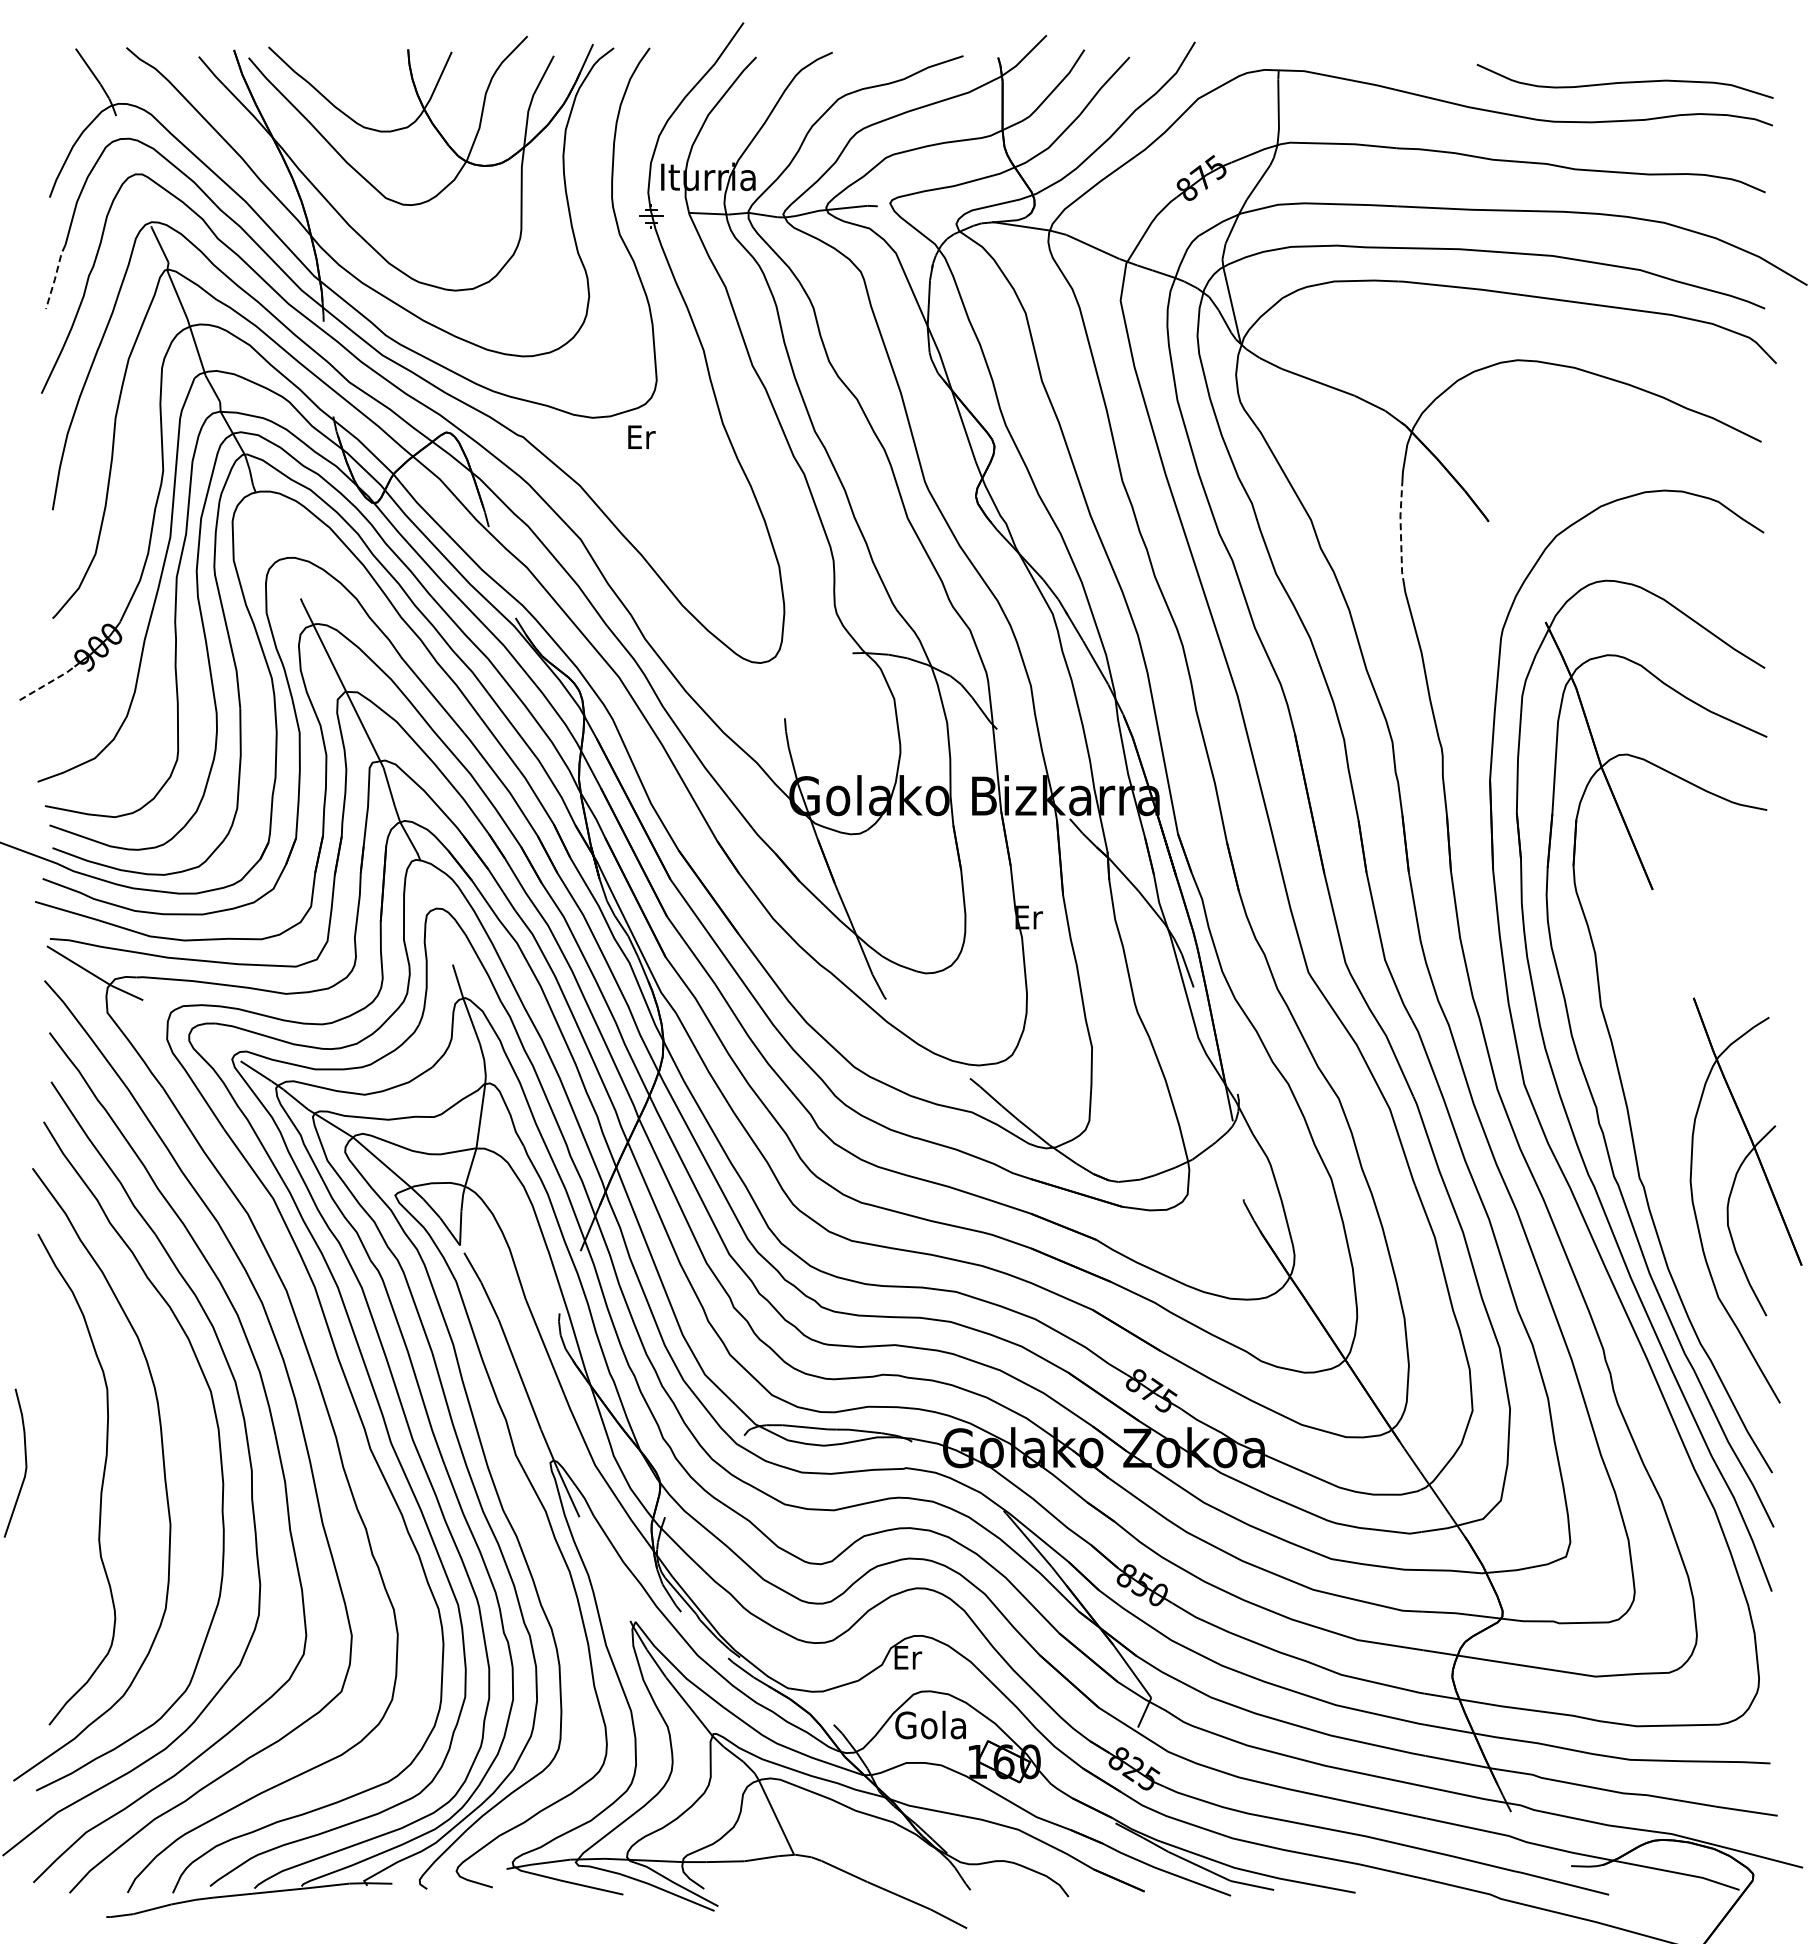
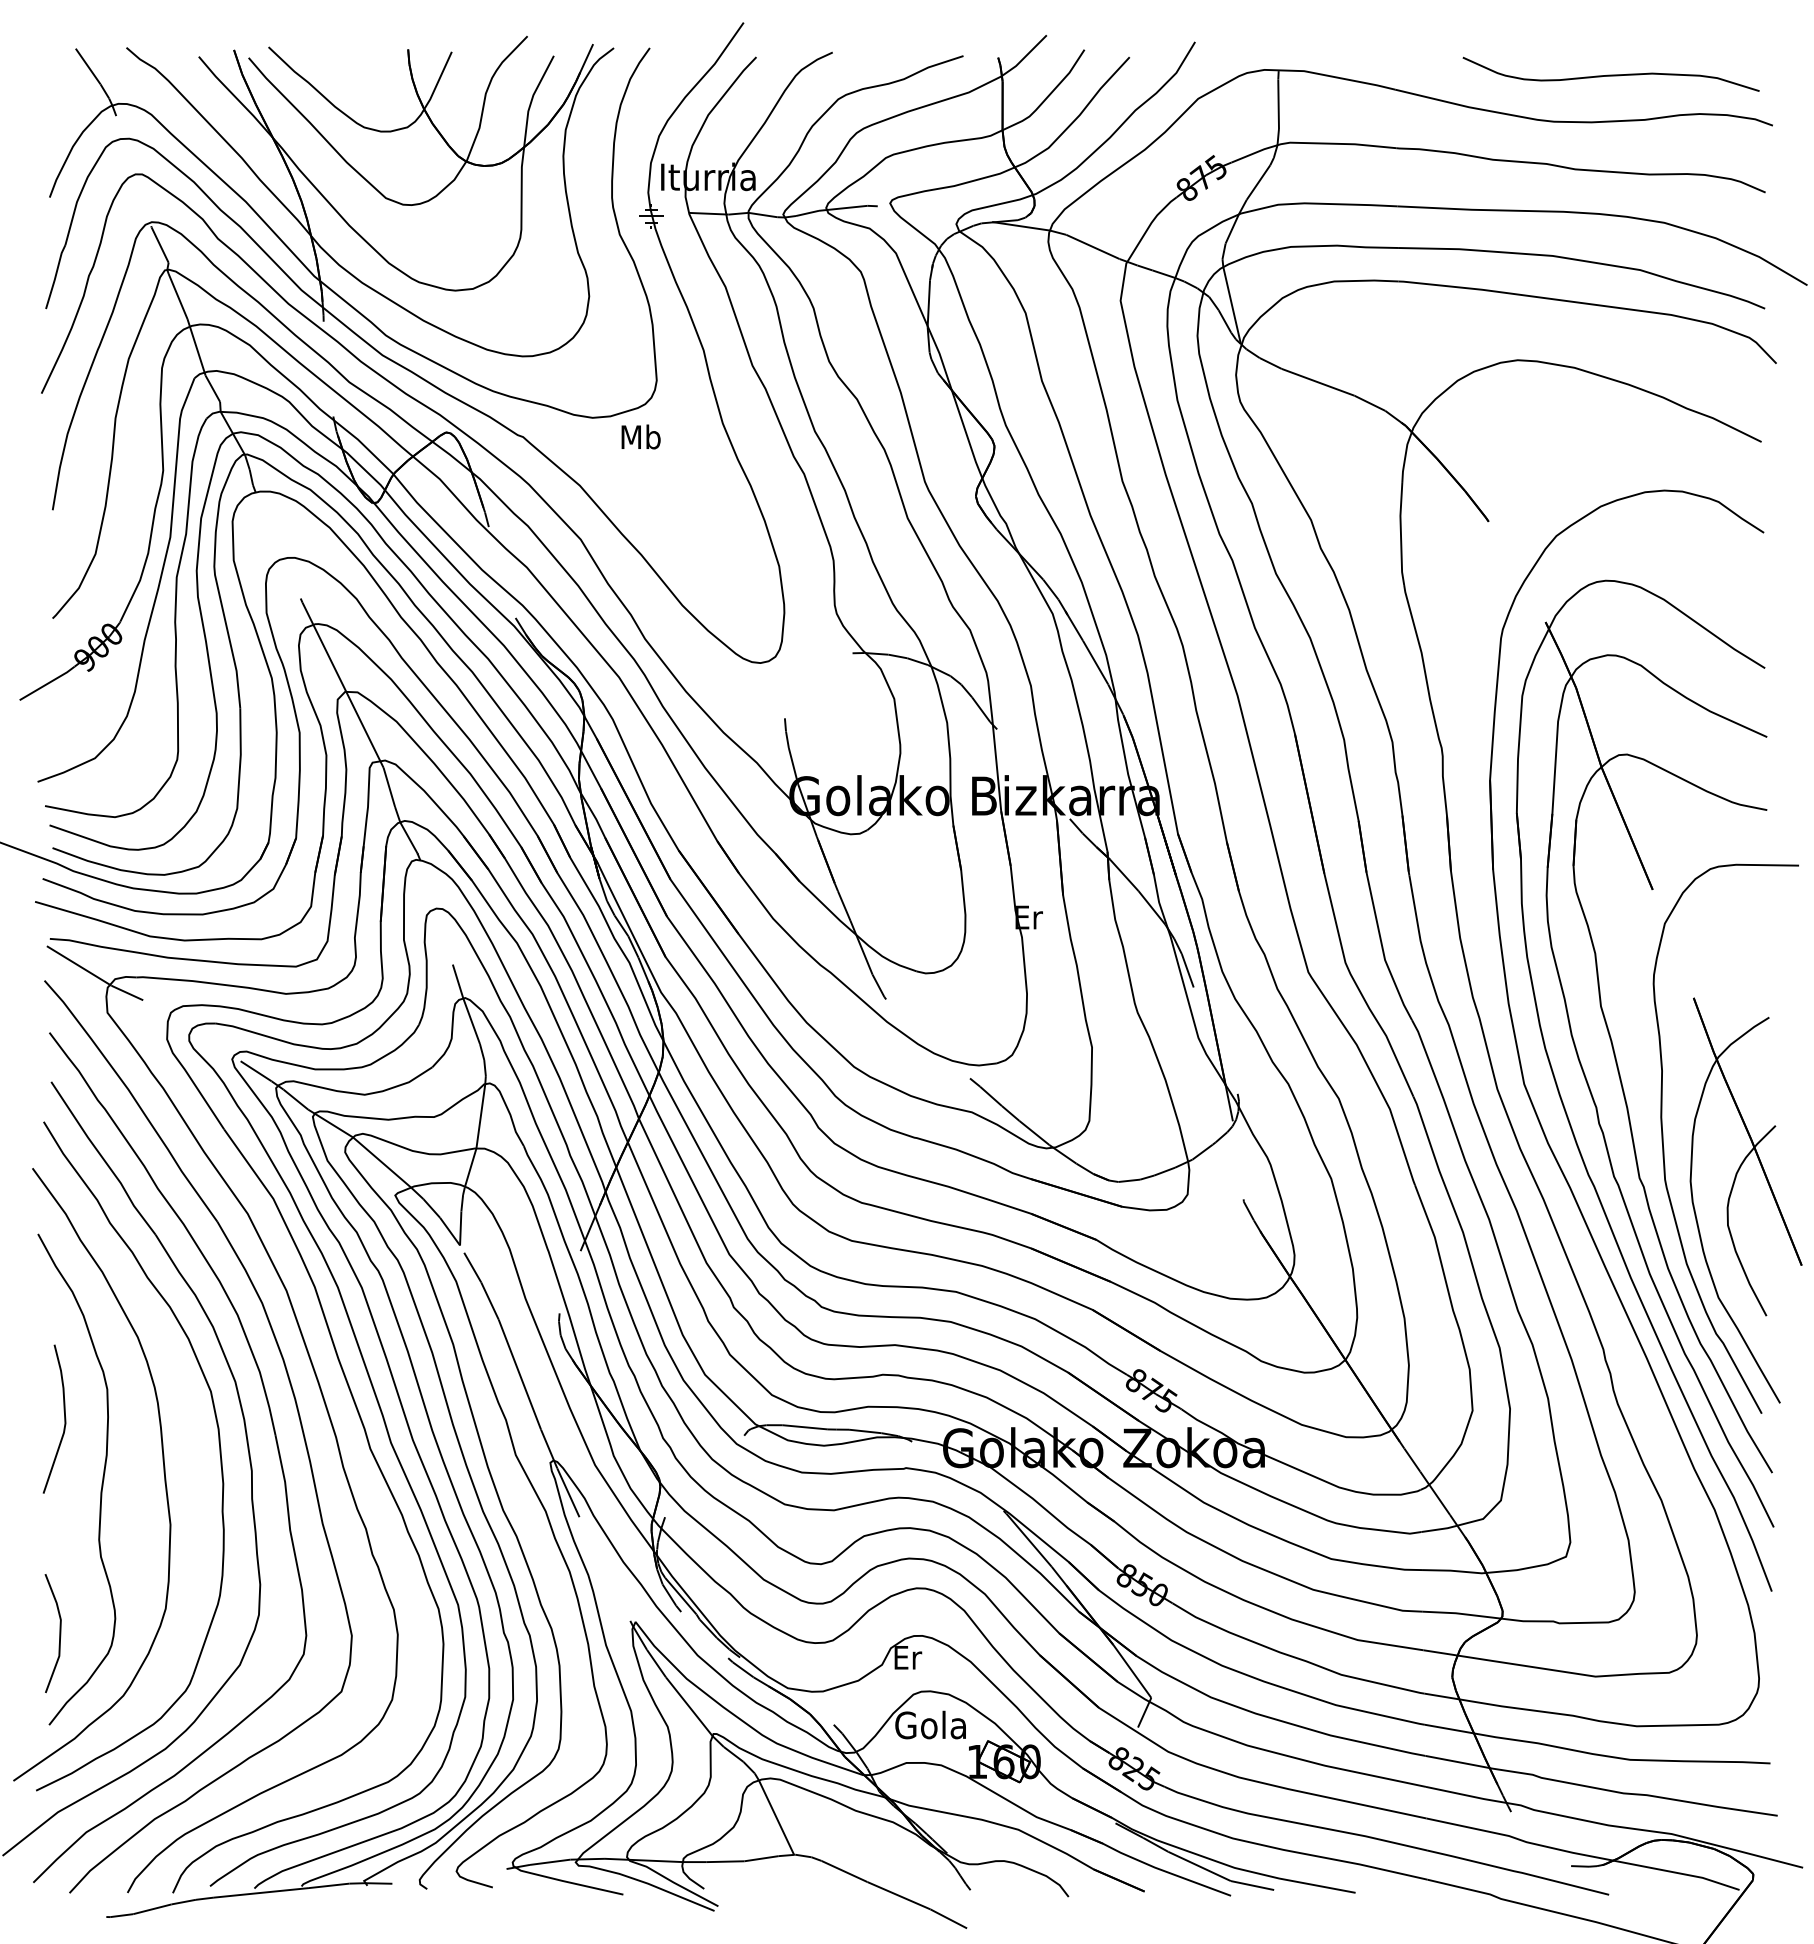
curve at (1624, 81) position: (1624, 81) -> (1610, 74)
line at (55, 277): dashed -> solid
text at (640, 436): Er -> Mb
line at (1400, 533): dashed -> solid
line at (48, 683): dashed -> solid
curve at (1664, 1148): none -> present
curve at (25, 1462) position: (25, 1462) -> (64, 1418)
line at (59, 1633): none -> present
